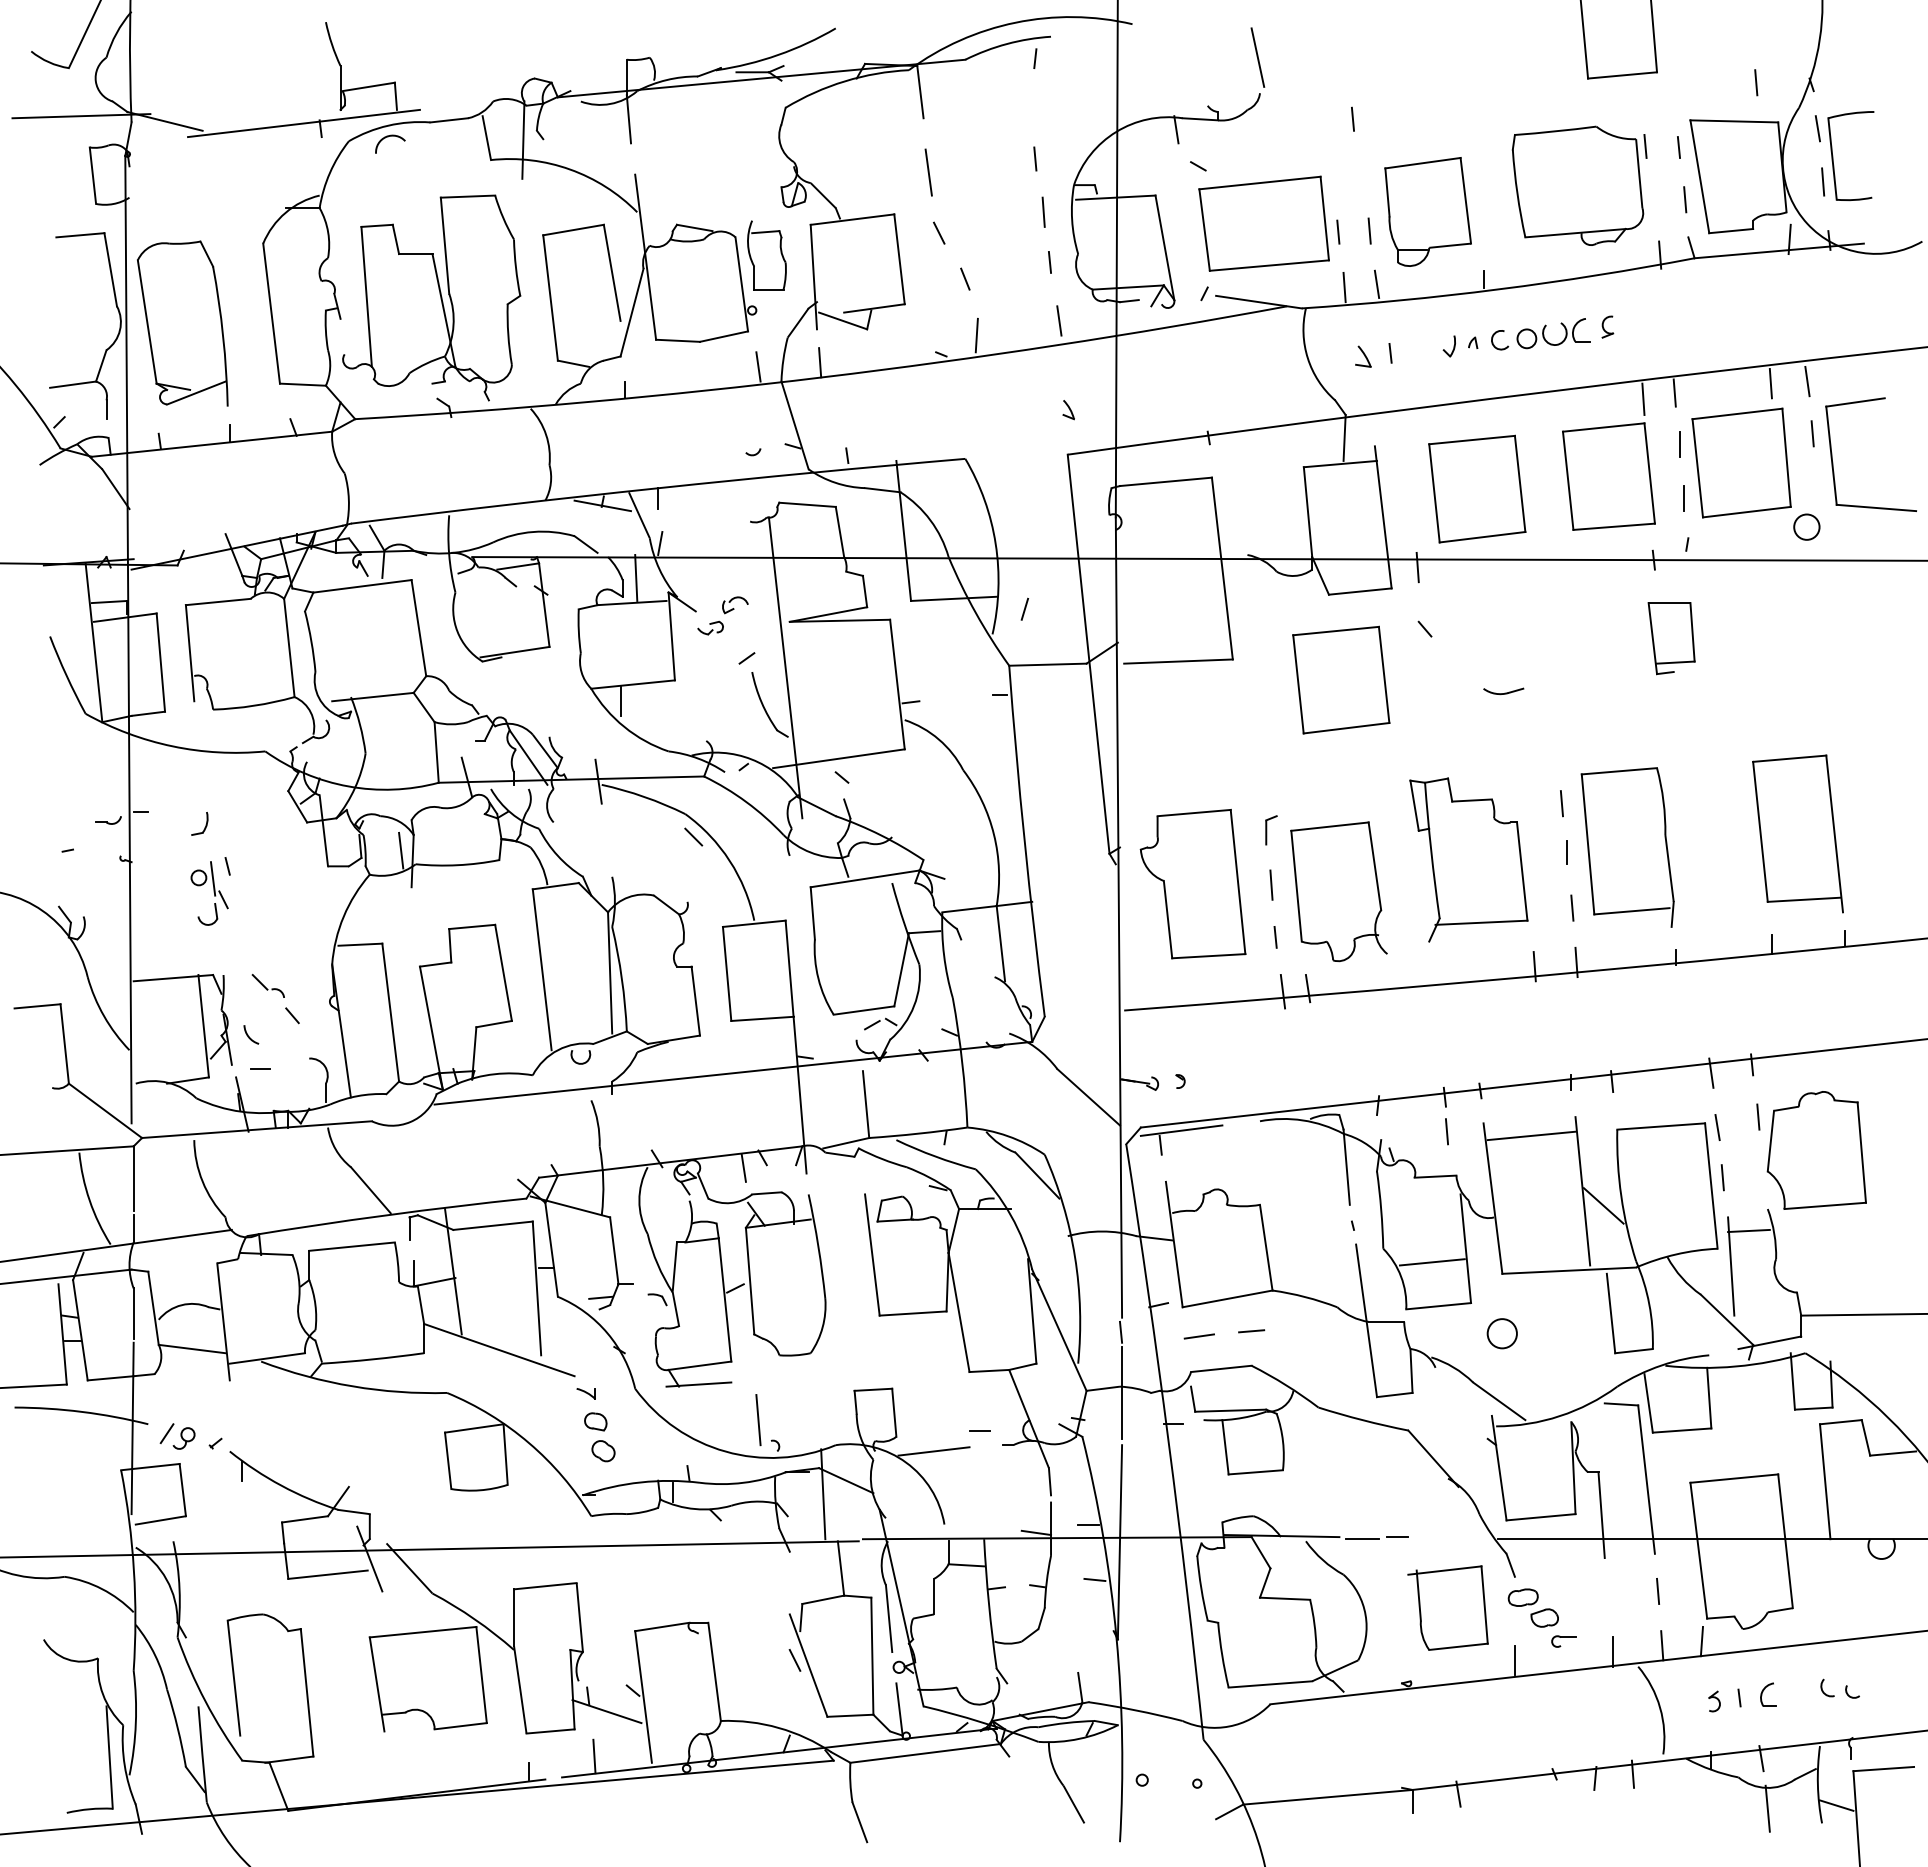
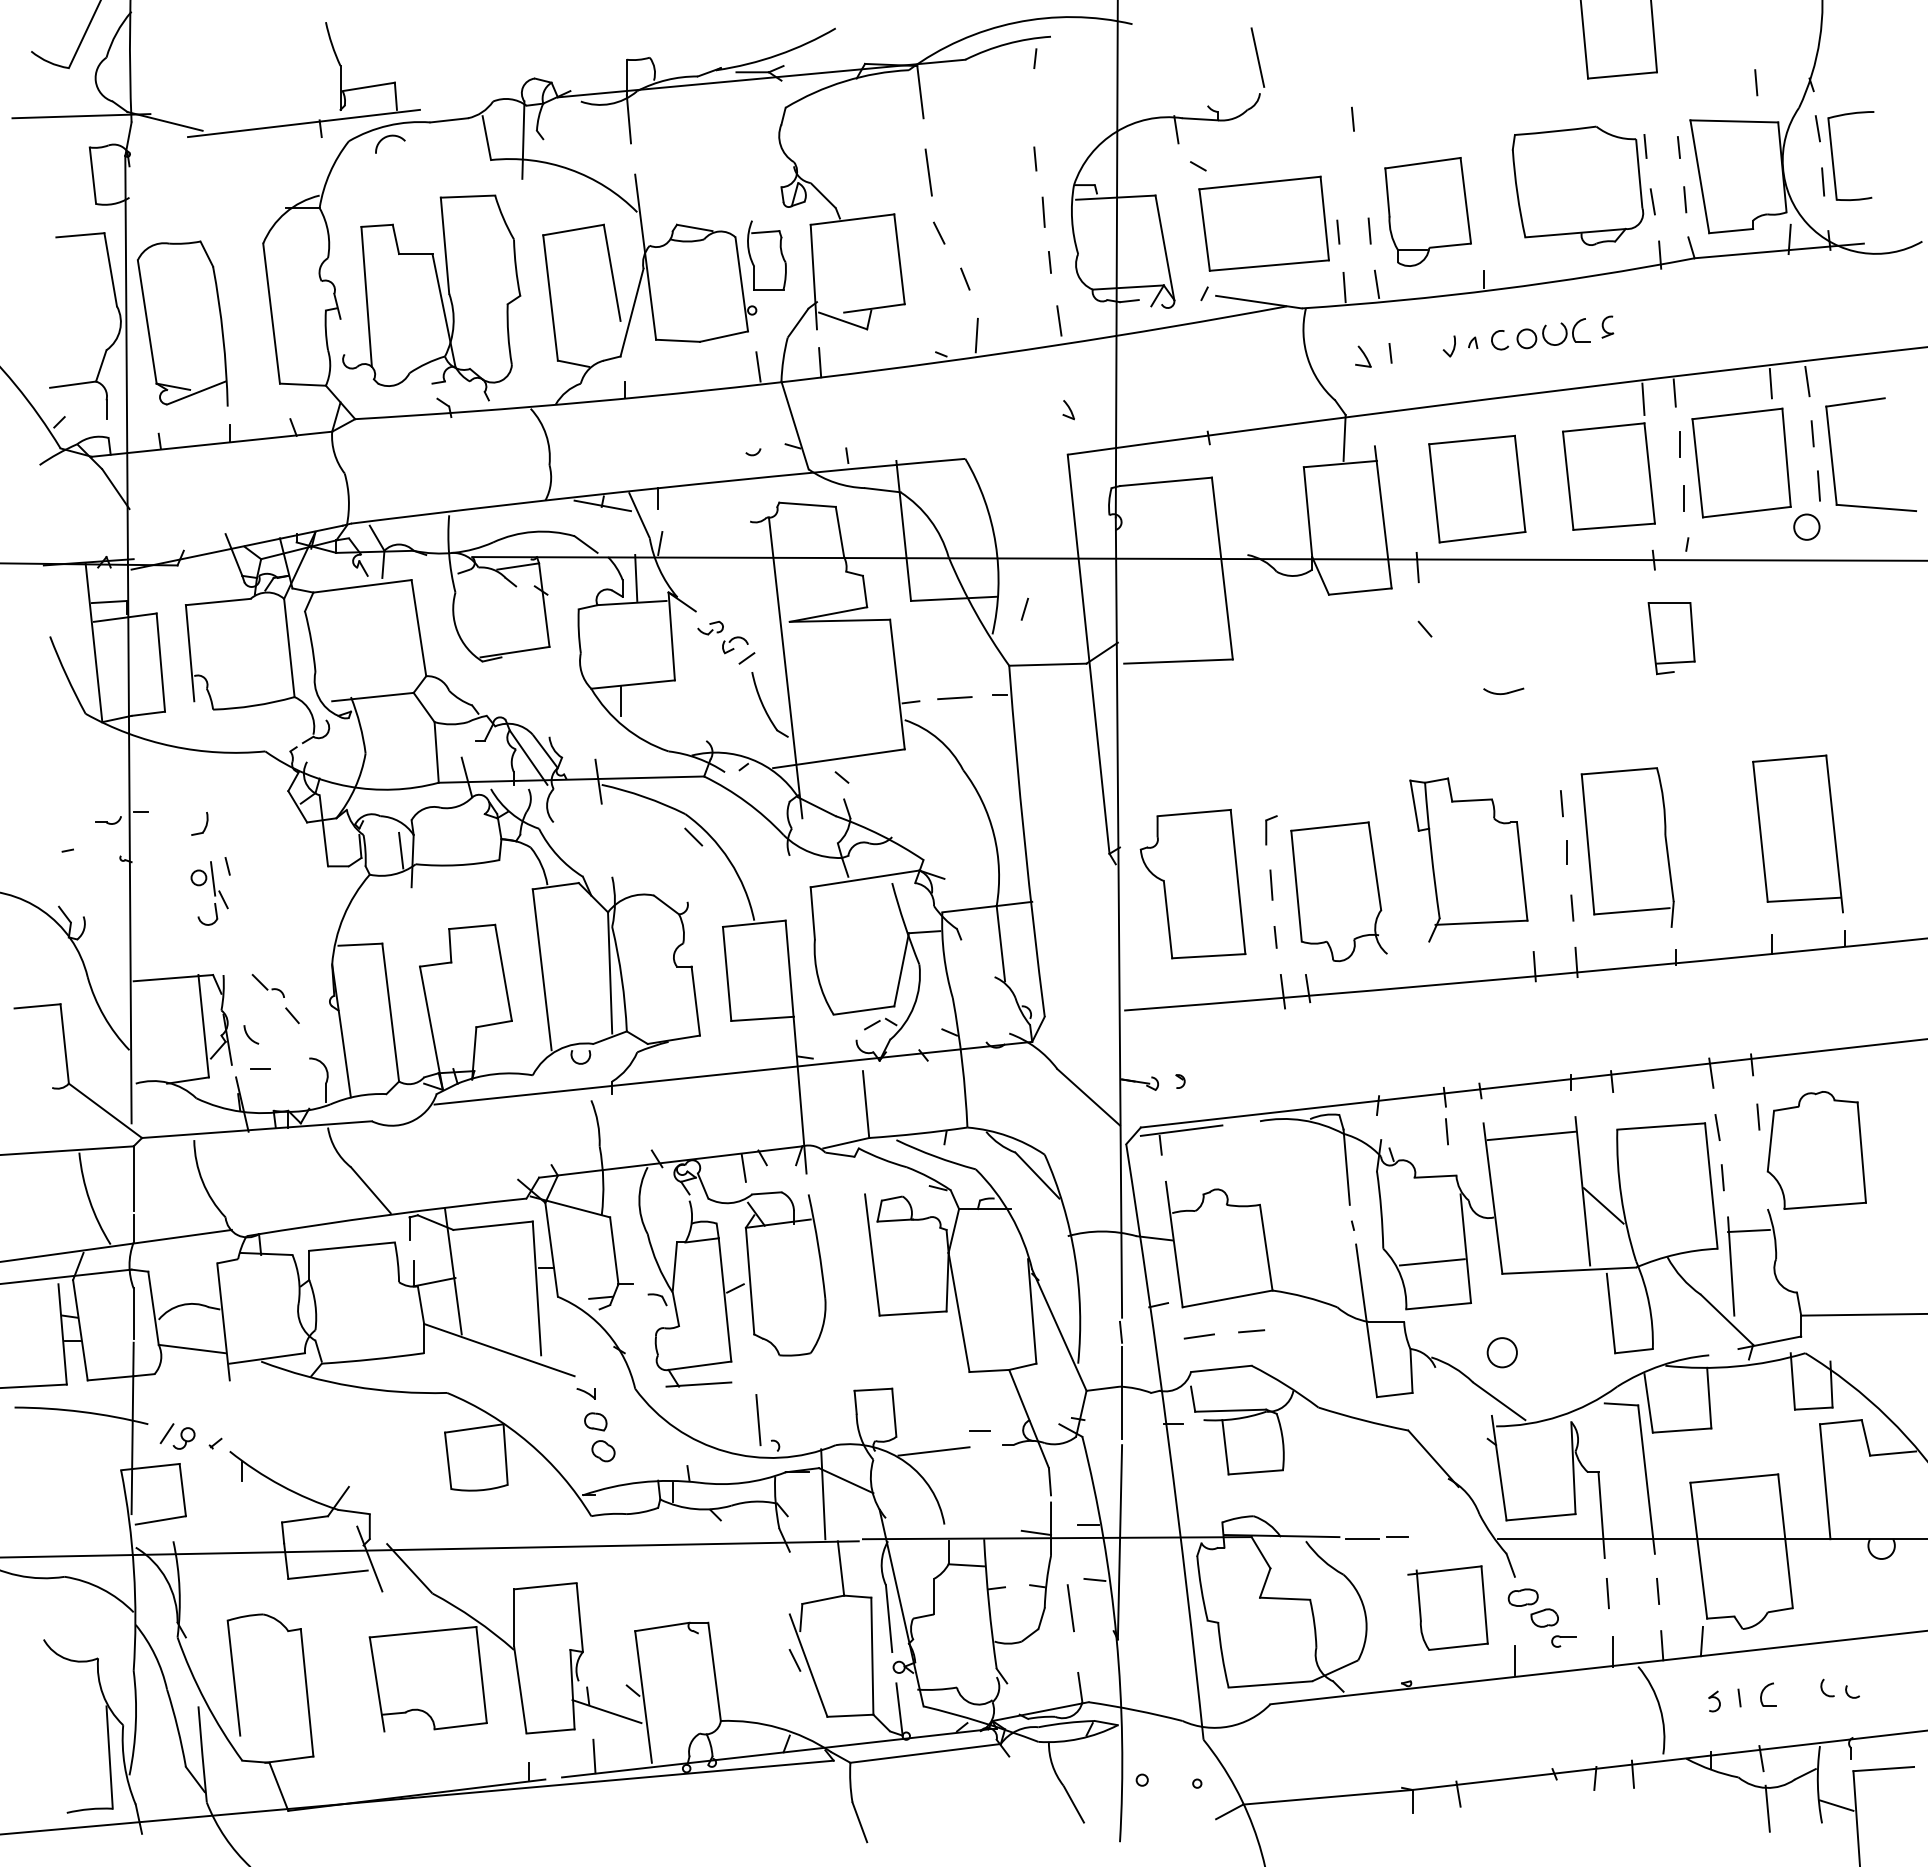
line at (1652, 201): none -> present
line at (1818, 485): none -> present
part at (735, 605) position: (735, 605) -> (735, 645)
part at (1341, 679): present -> none
line at (954, 698): none -> present
circle at (1501, 1333) position: (1501, 1333) -> (1501, 1352)
line at (1607, 1593): none -> present
line at (1070, 1608): none -> present
